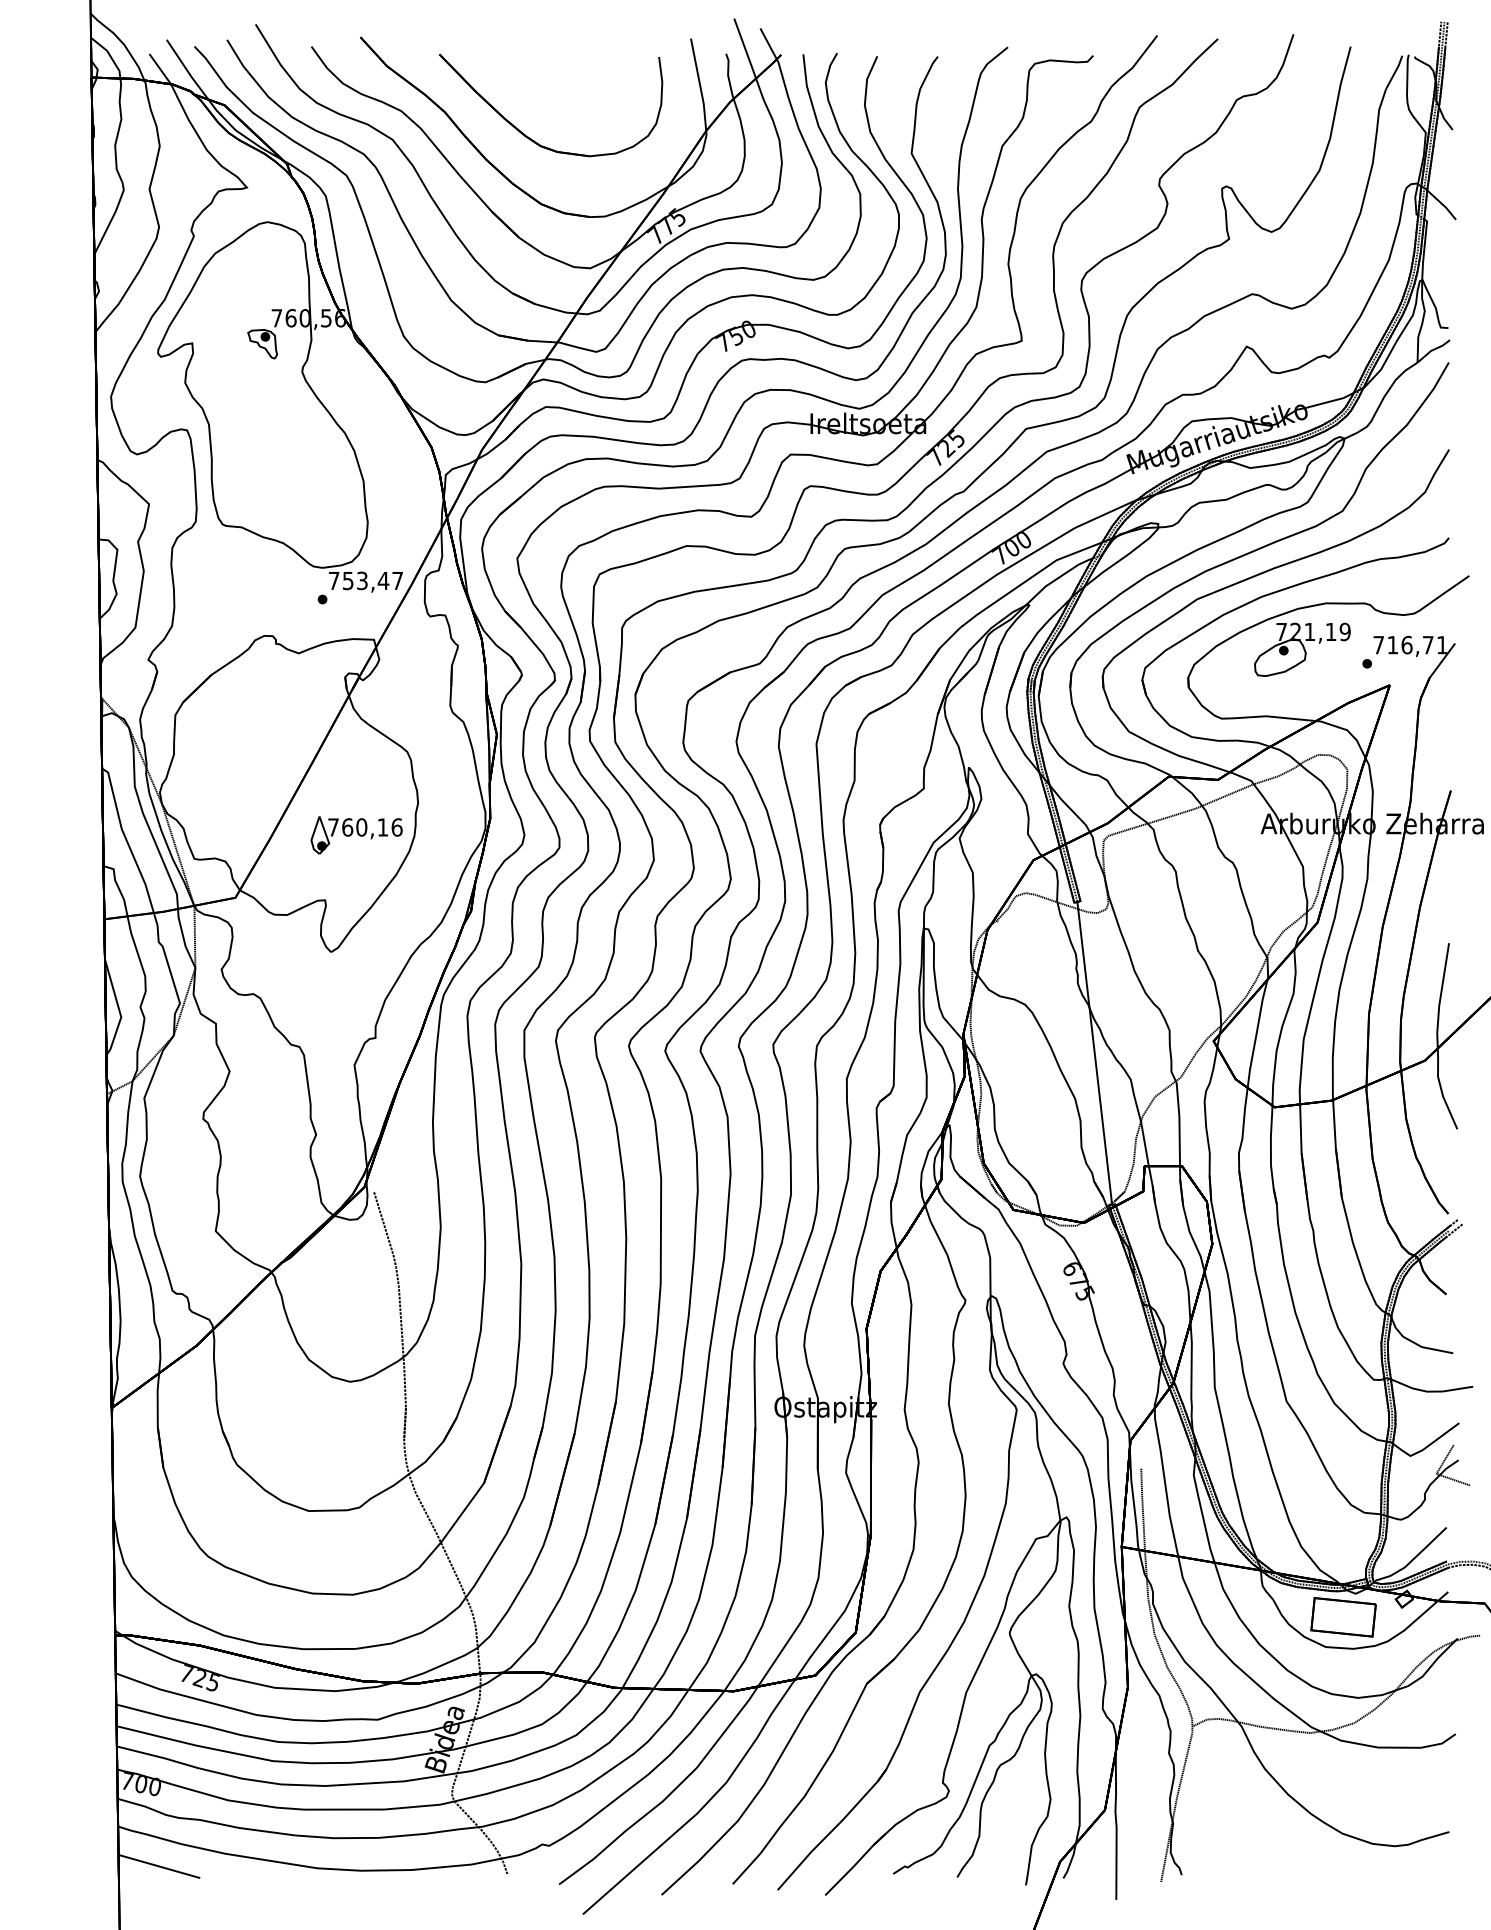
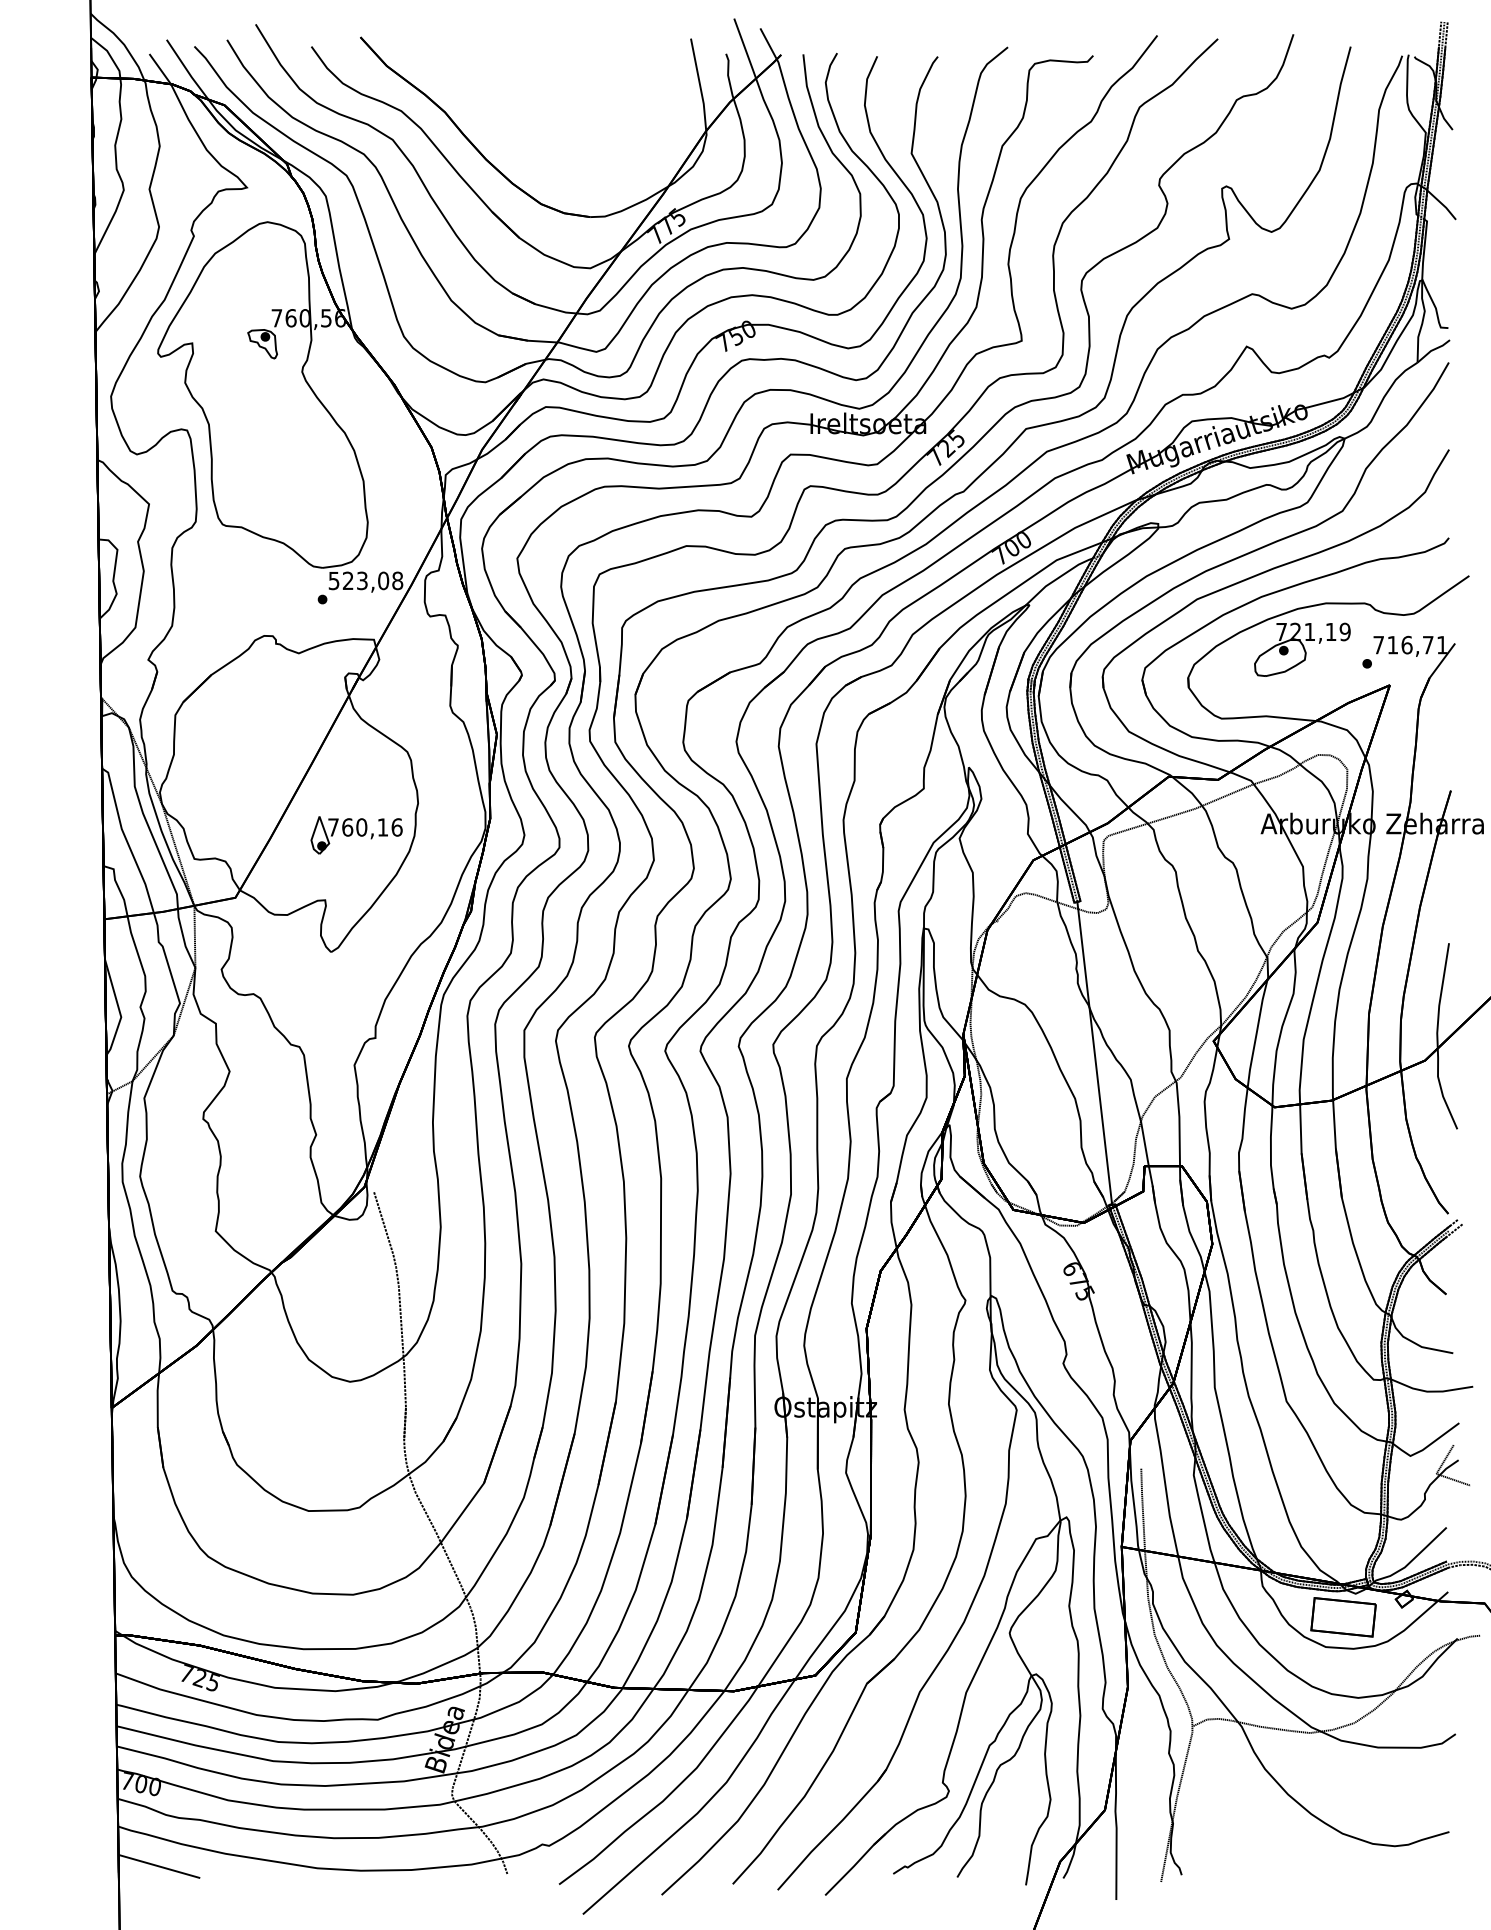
part at (531, 138): present -> none
text at (365, 580): 753,47 -> 523,08
